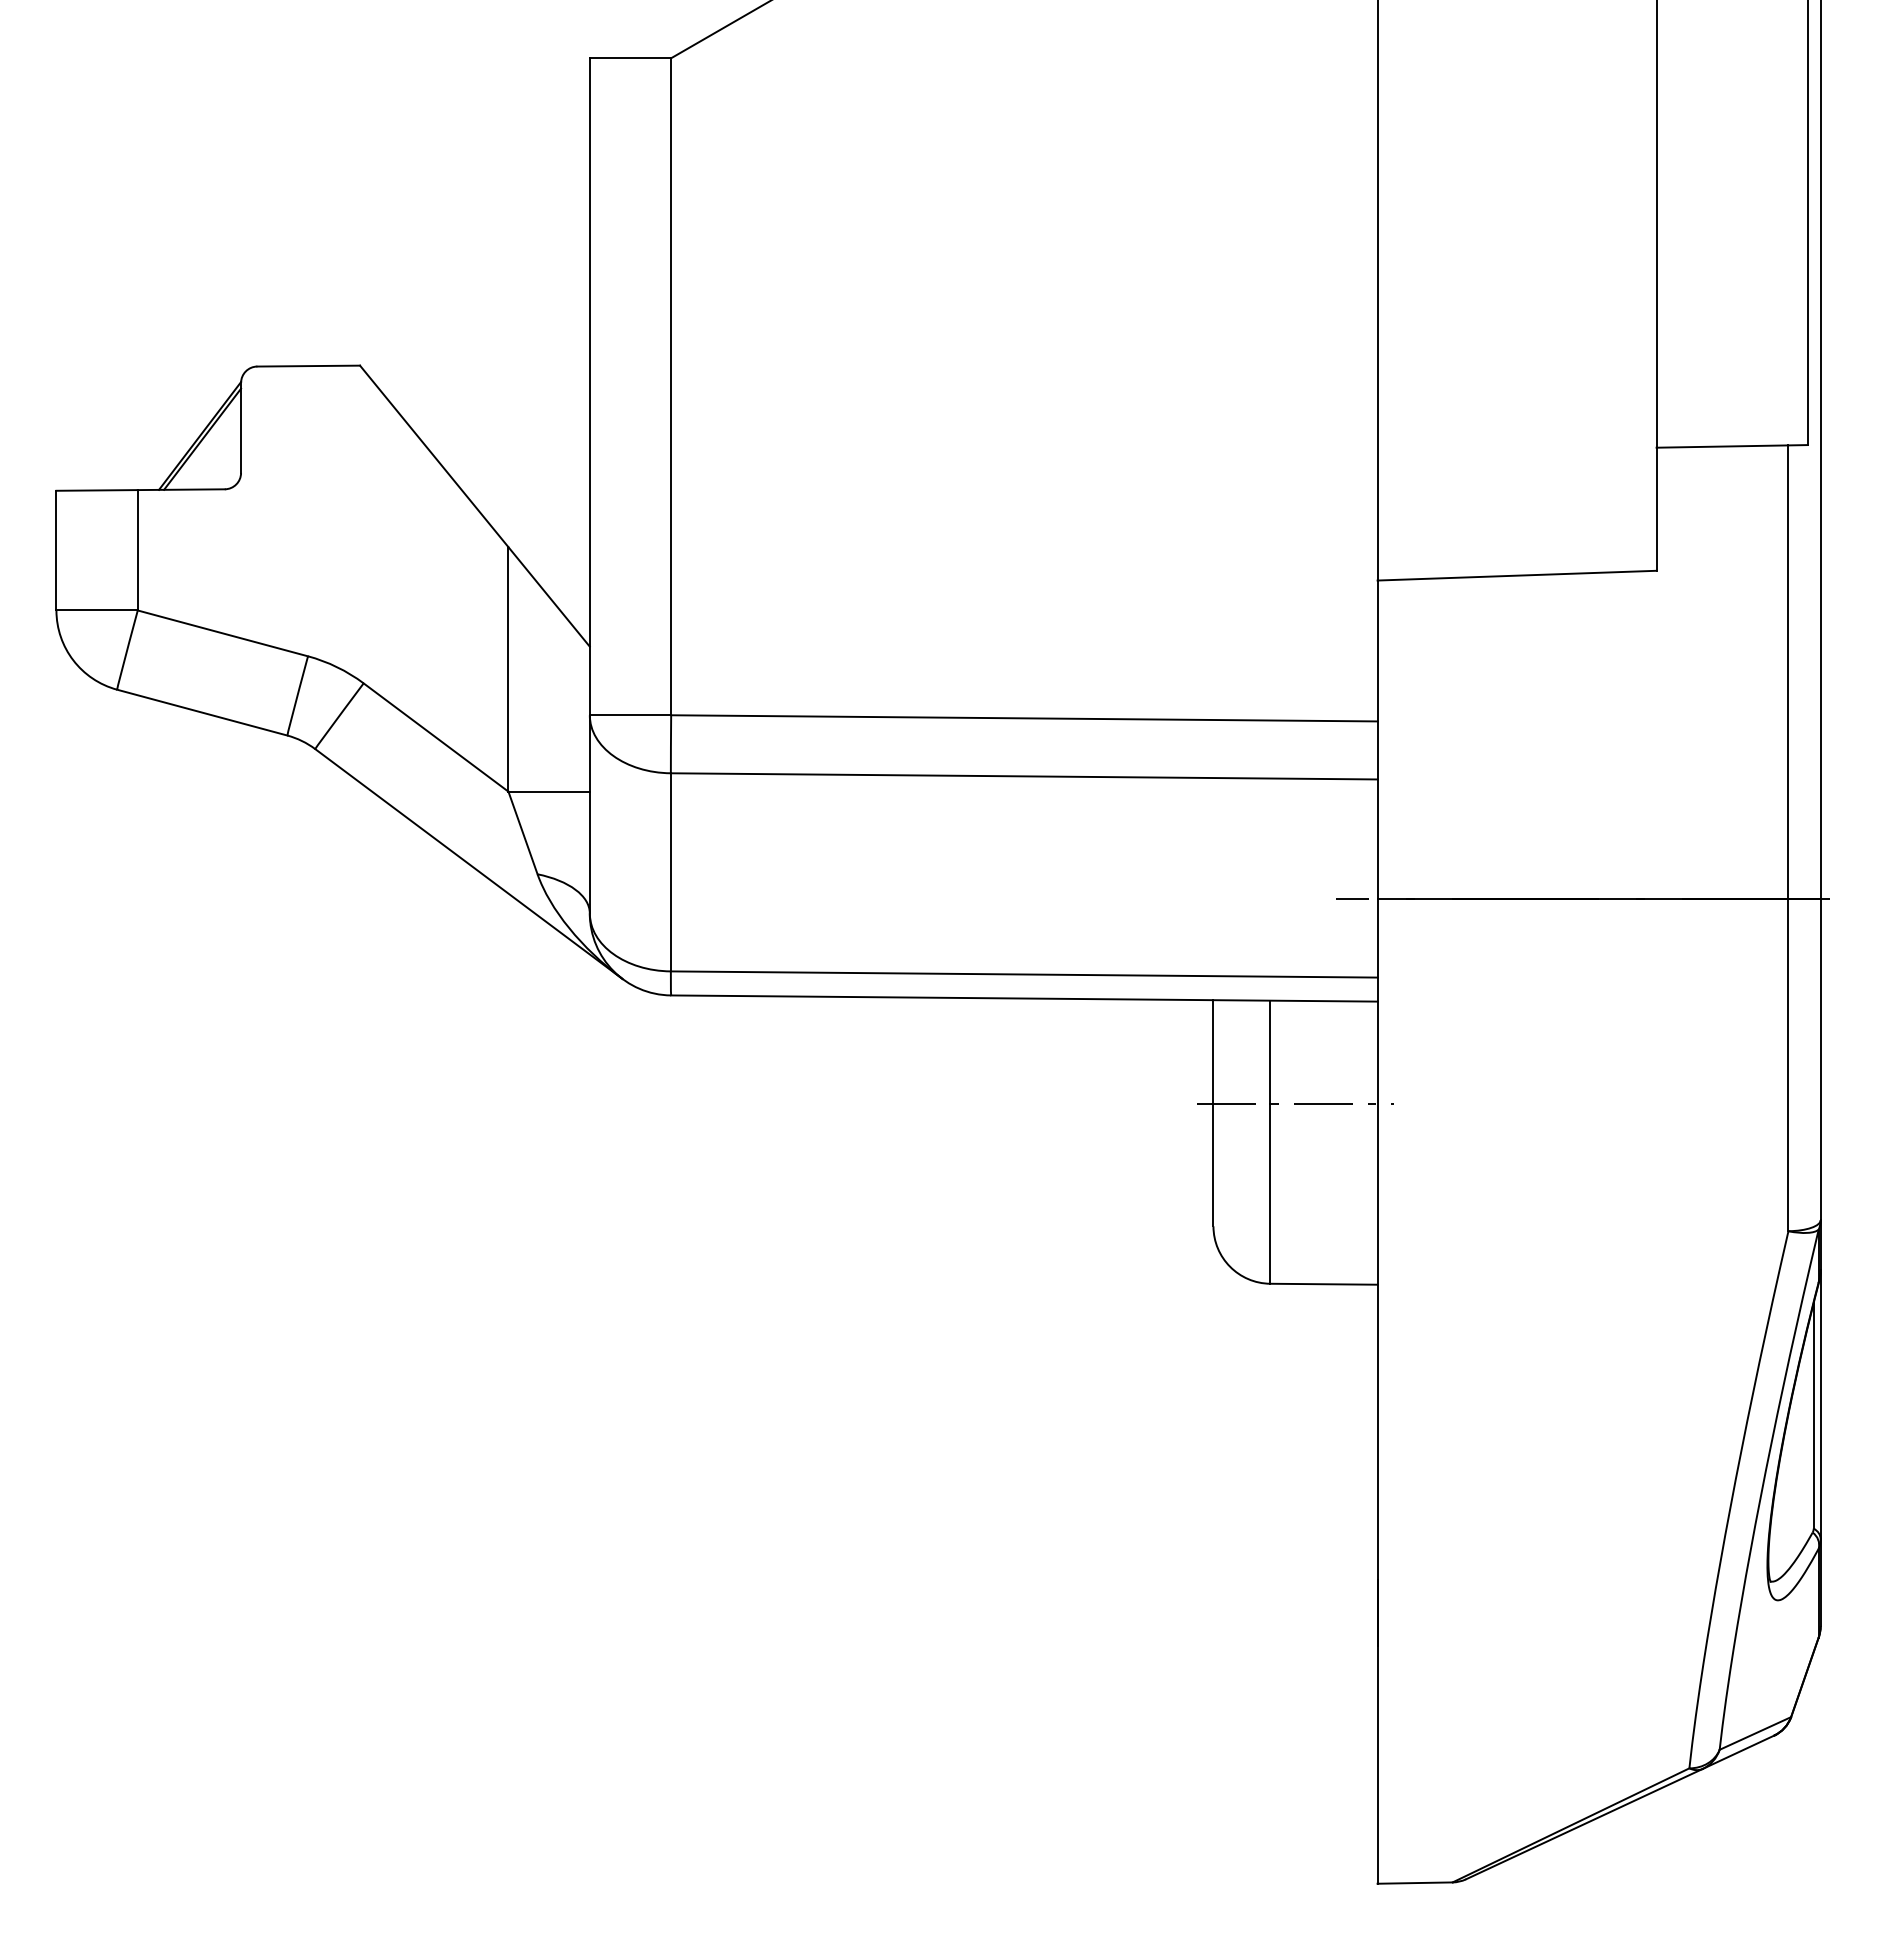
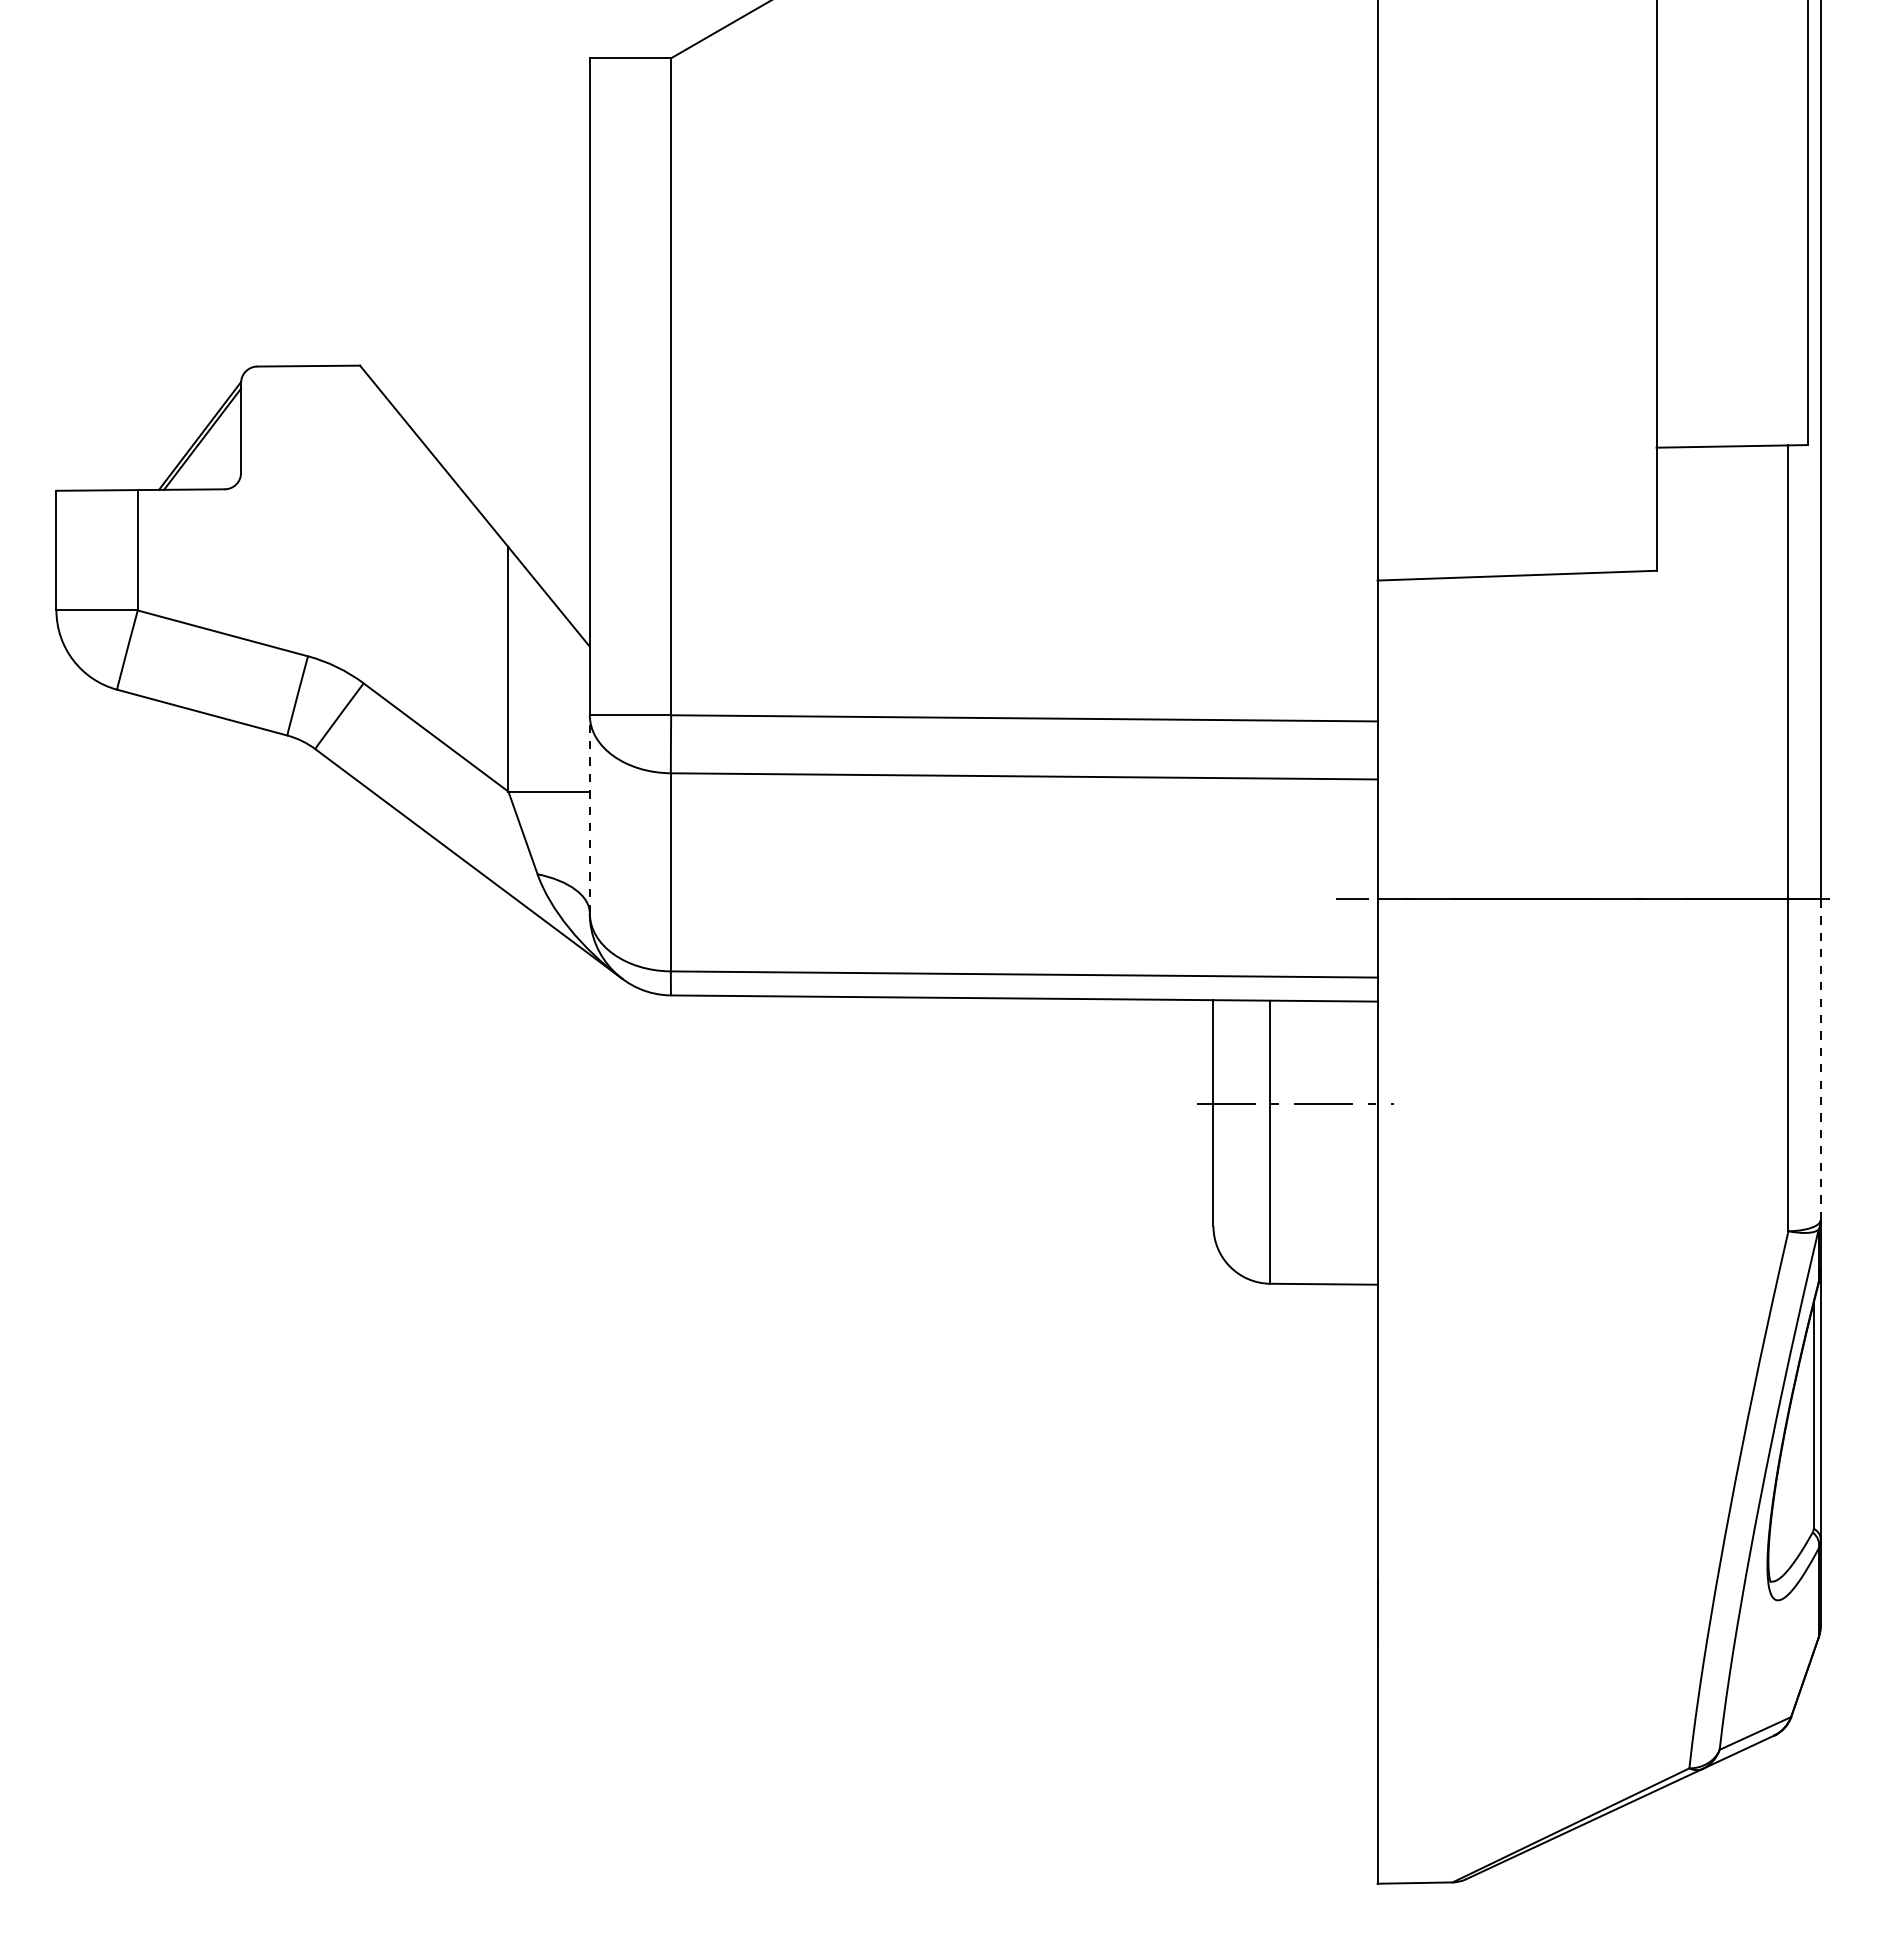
line at (589, 813): solid -> dashed
line at (1820, 1059): solid -> dashed
